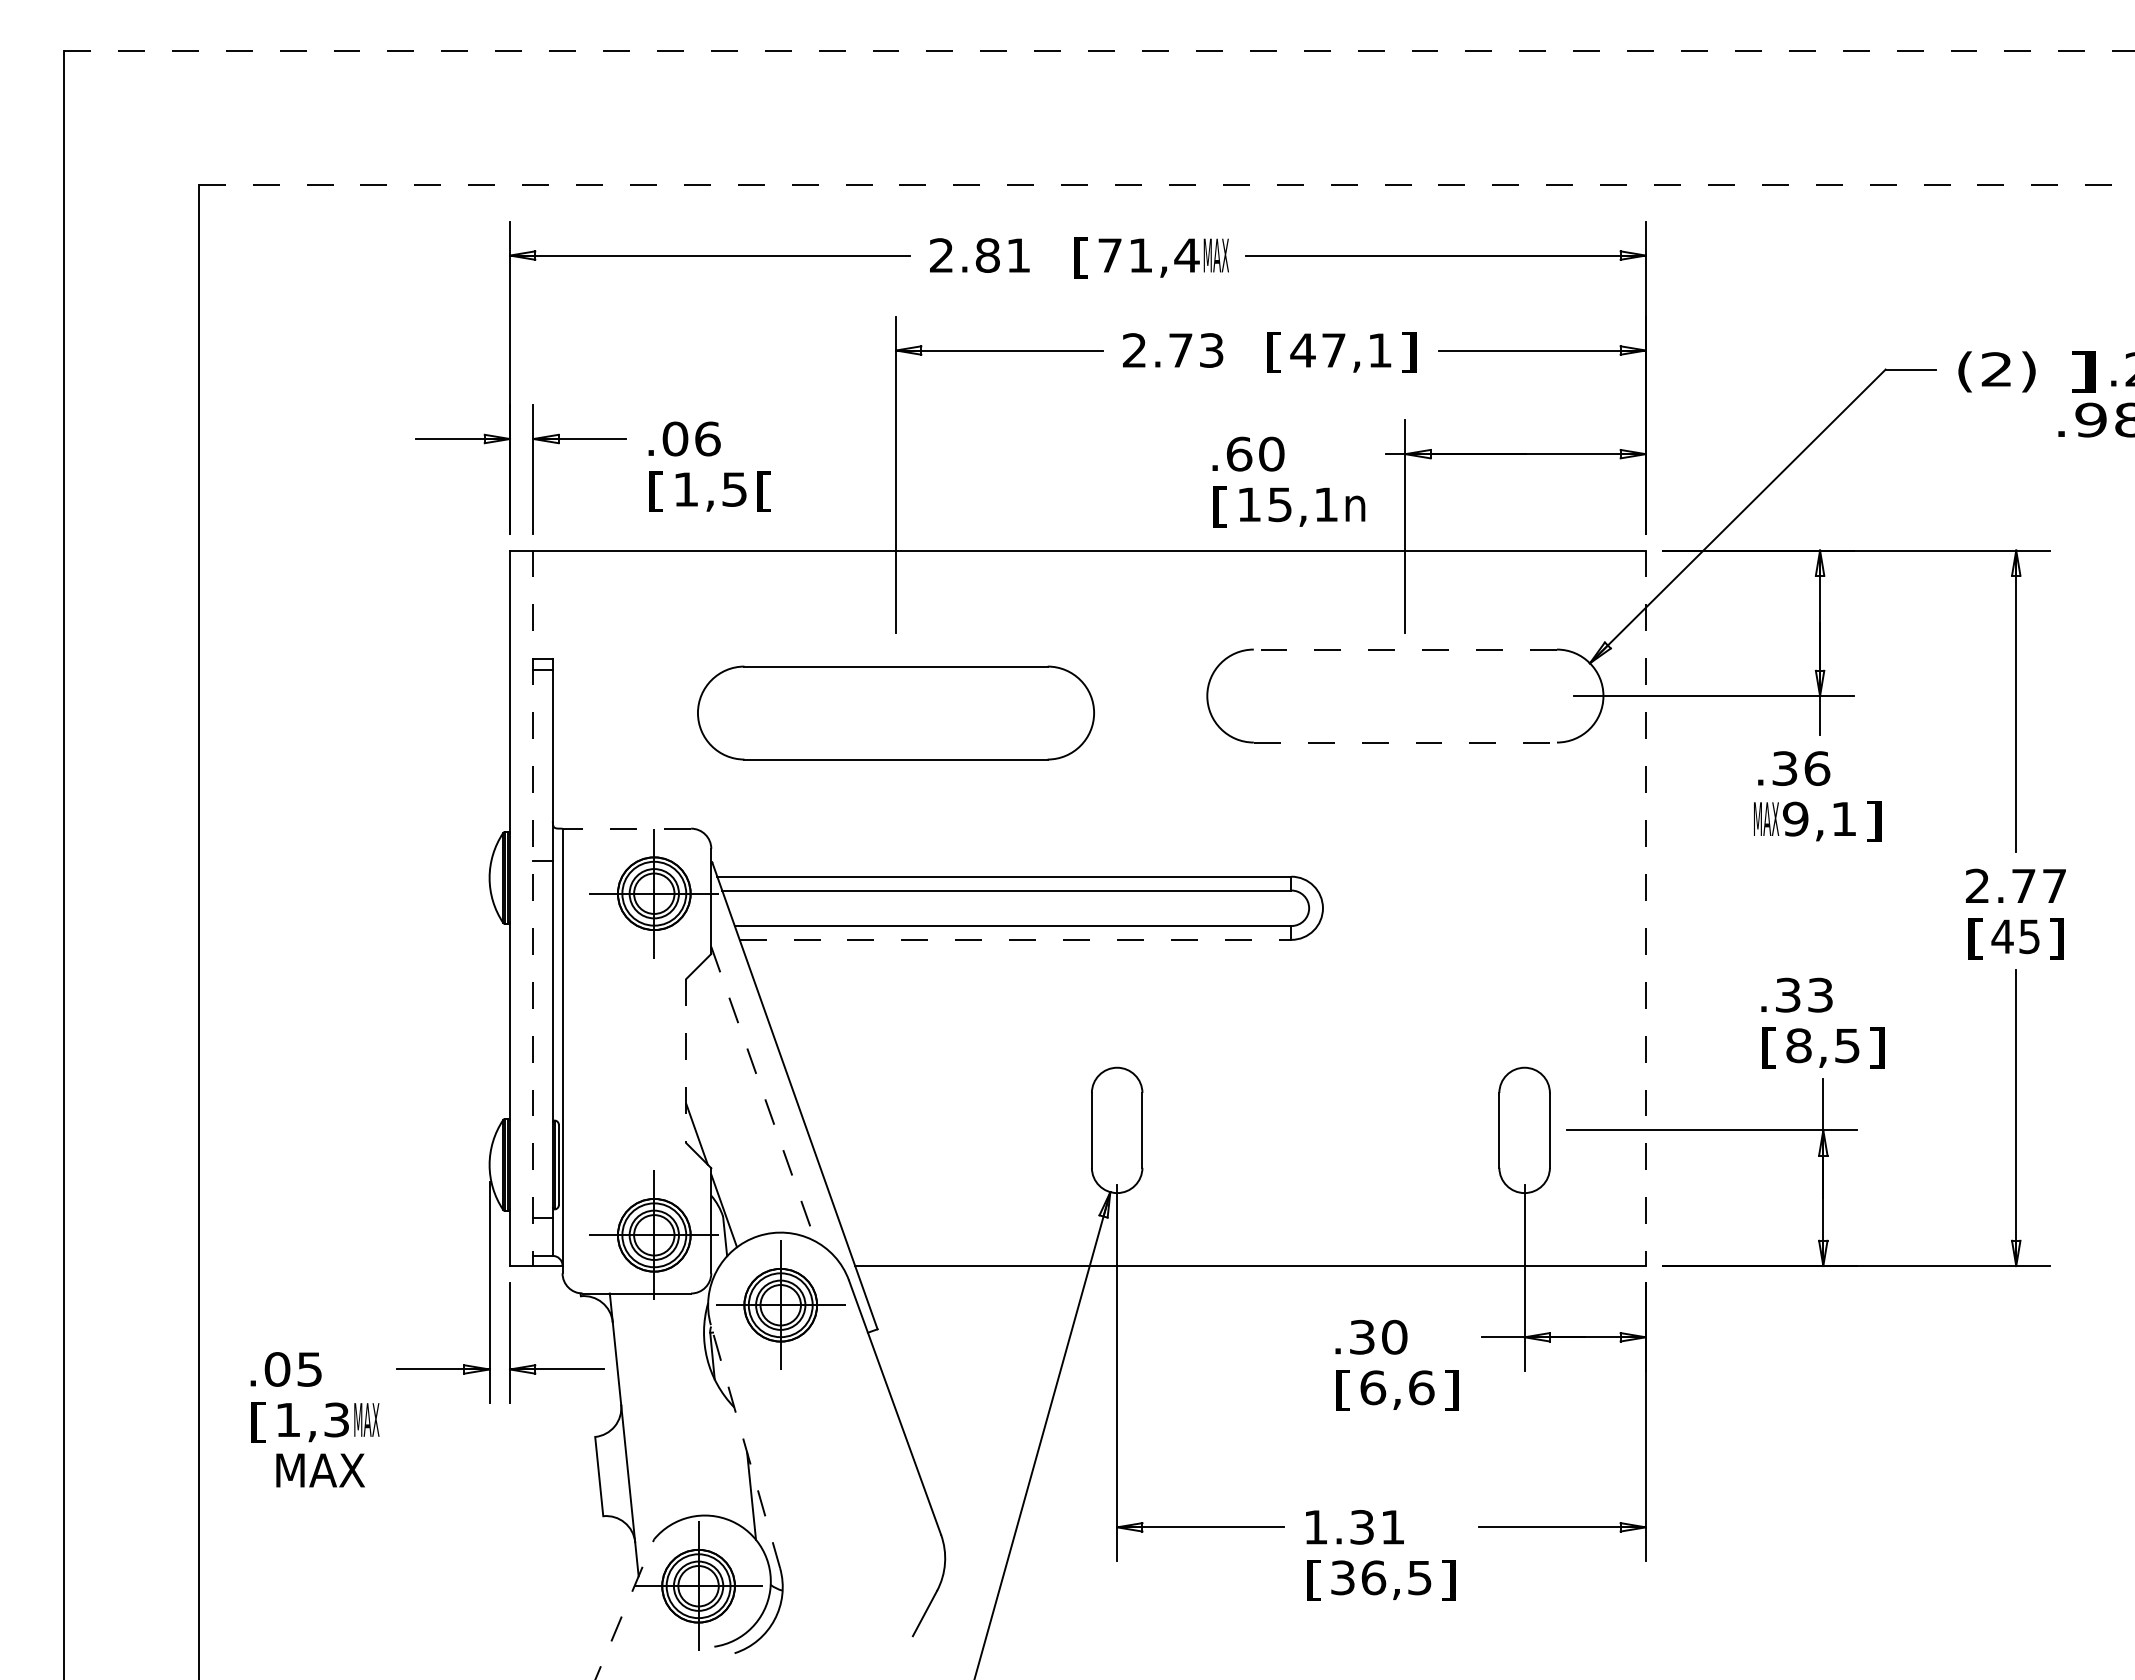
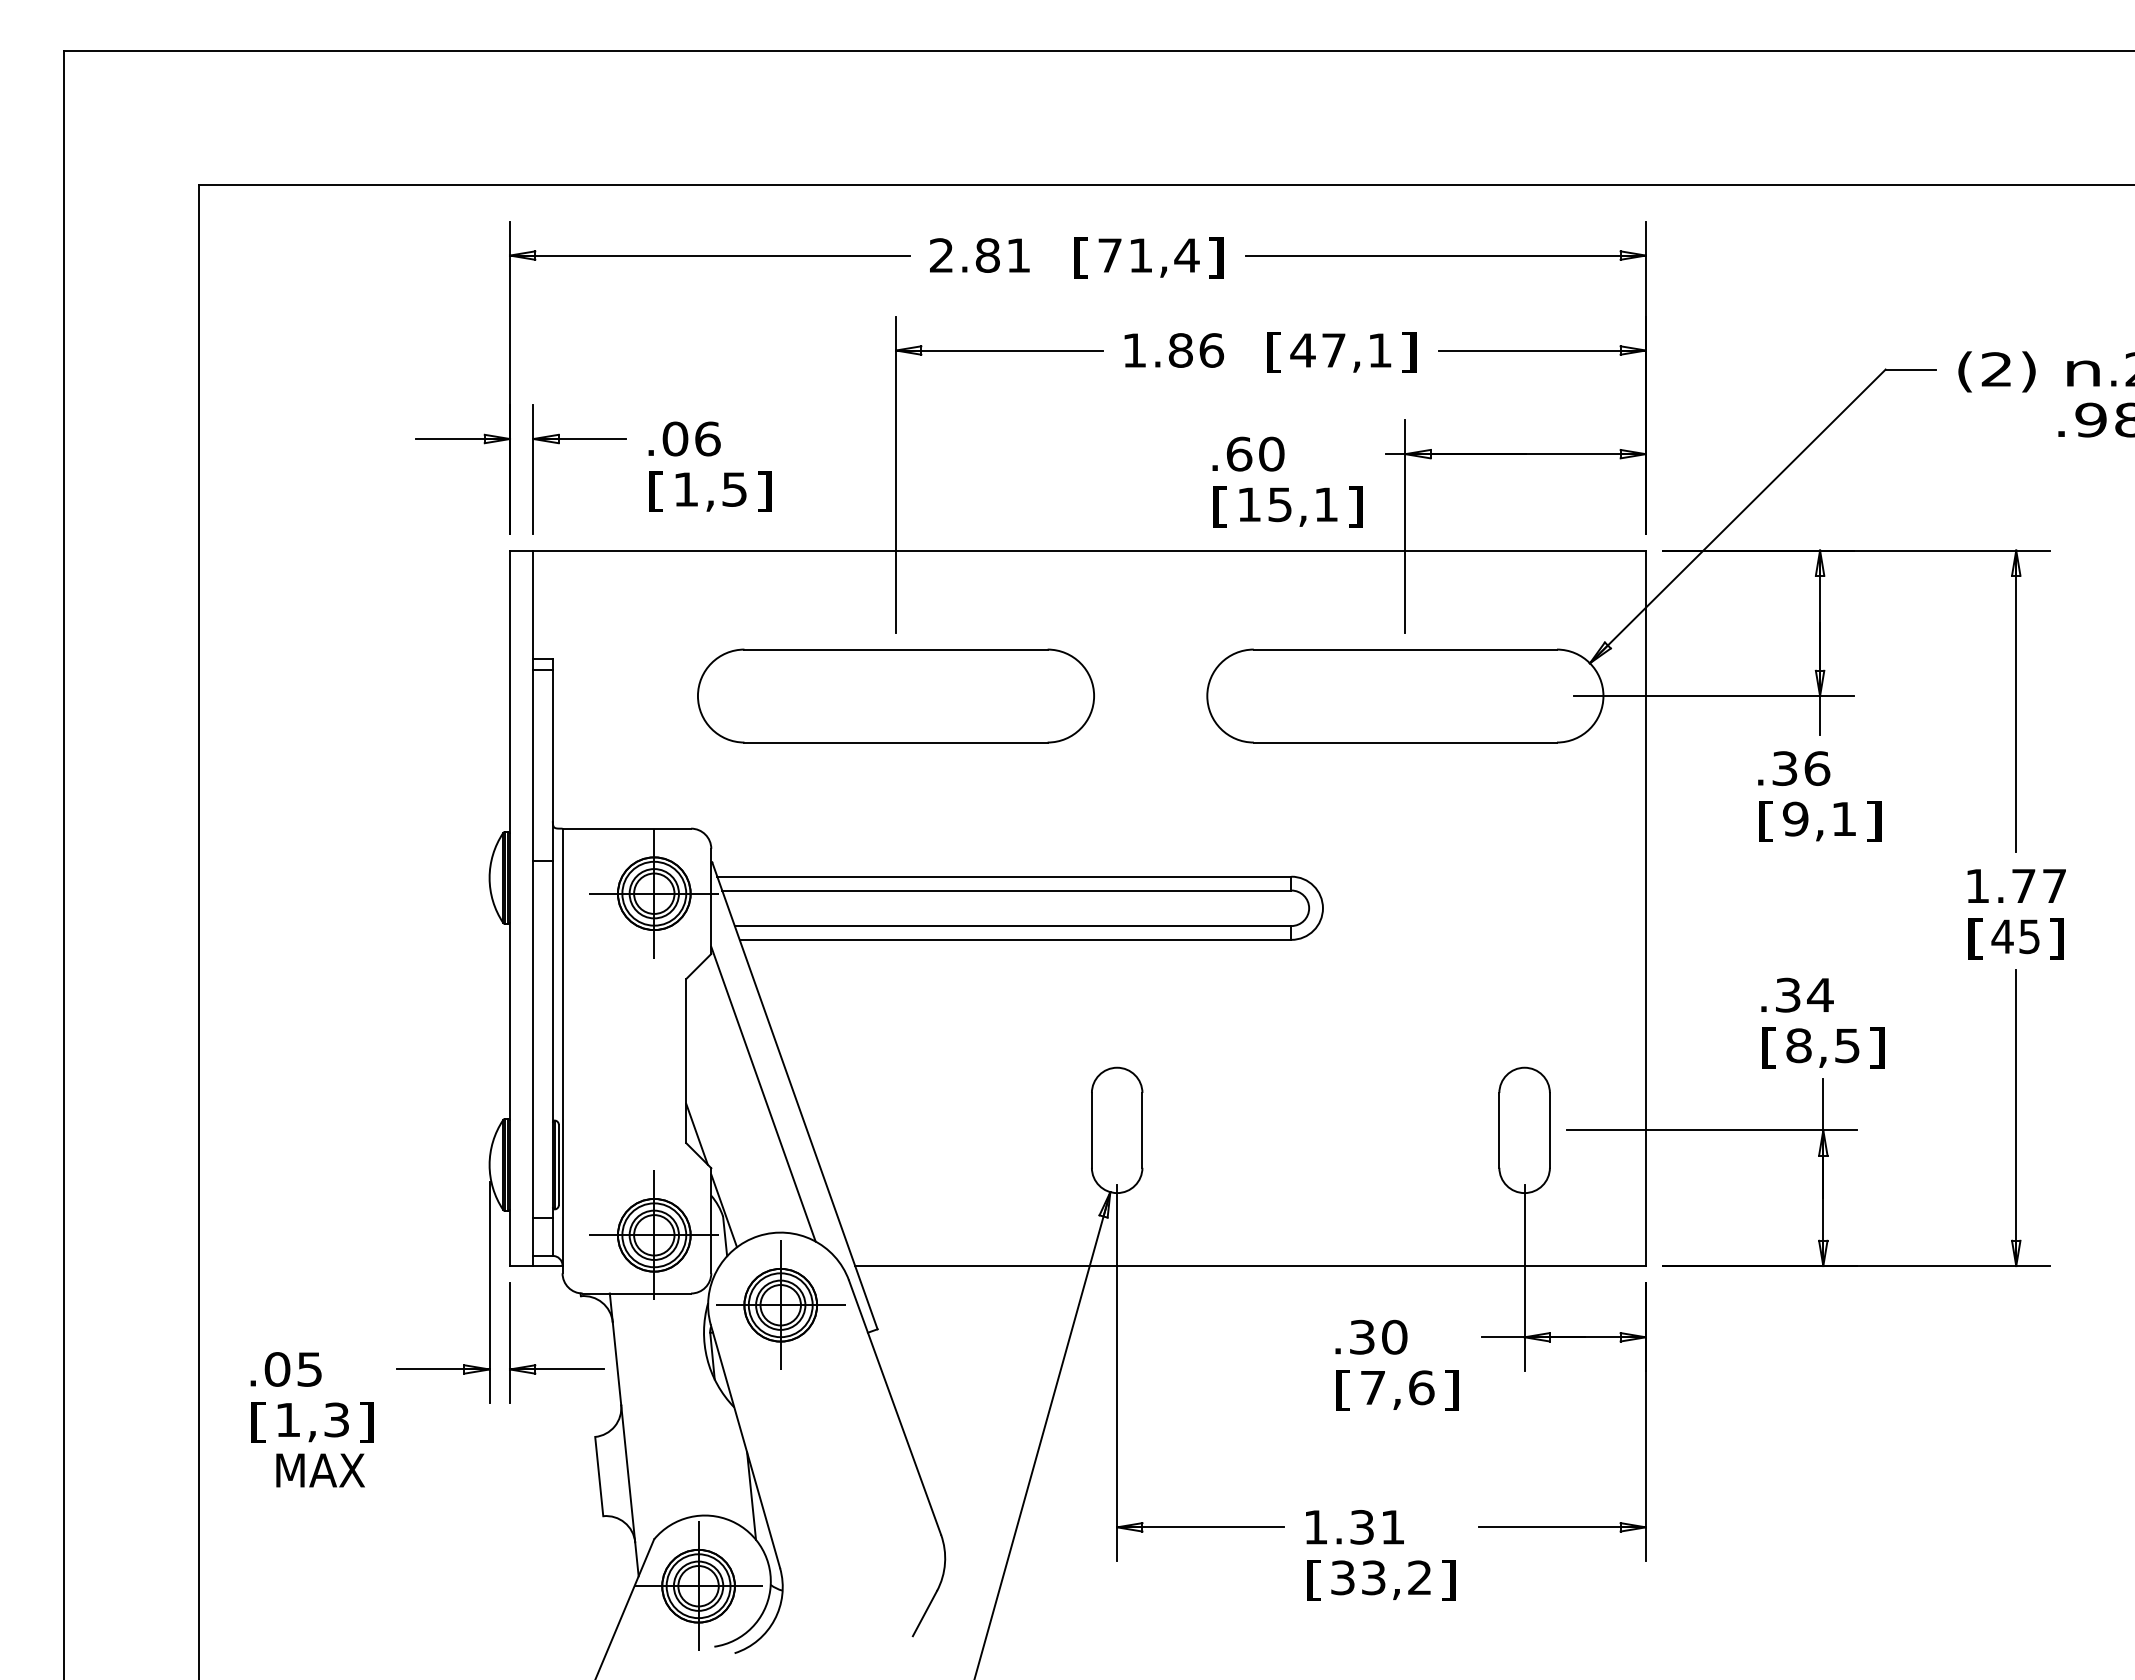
line at (1099, 50): dashed -> solid
line at (1166, 185): dashed -> solid
text at (1215, 257): MAX -> ]
text at (1173, 350): 2.73 -> 1.86
text at (2083, 371): ] -> n
text at (764, 491): [ -> ]
text at (1355, 506): n -> ]
line at (1405, 649): dashed -> solid
part at (895, 712) position: (895, 712) -> (895, 695)
line at (1405, 742): dashed -> solid
text at (1766, 821): MAX -> [
line at (626, 828): dashed -> solid
text at (1977, 885): 2.77 -> 1.77
line at (533, 908): dashed -> solid
line at (1645, 908): dashed -> solid
line at (1015, 939): dashed -> solid
text at (1820, 994): .33 -> .34
line at (686, 1061): dashed -> solid
line at (763, 1094): dashed -> solid
text at (1373, 1387): 6,6 -> 7,6
text at (366, 1422): MAX -> ]
line at (745, 1446): dashed -> solid
text at (1396, 1577): 36,5 -> 33,2
line at (624, 1609): dashed -> solid
